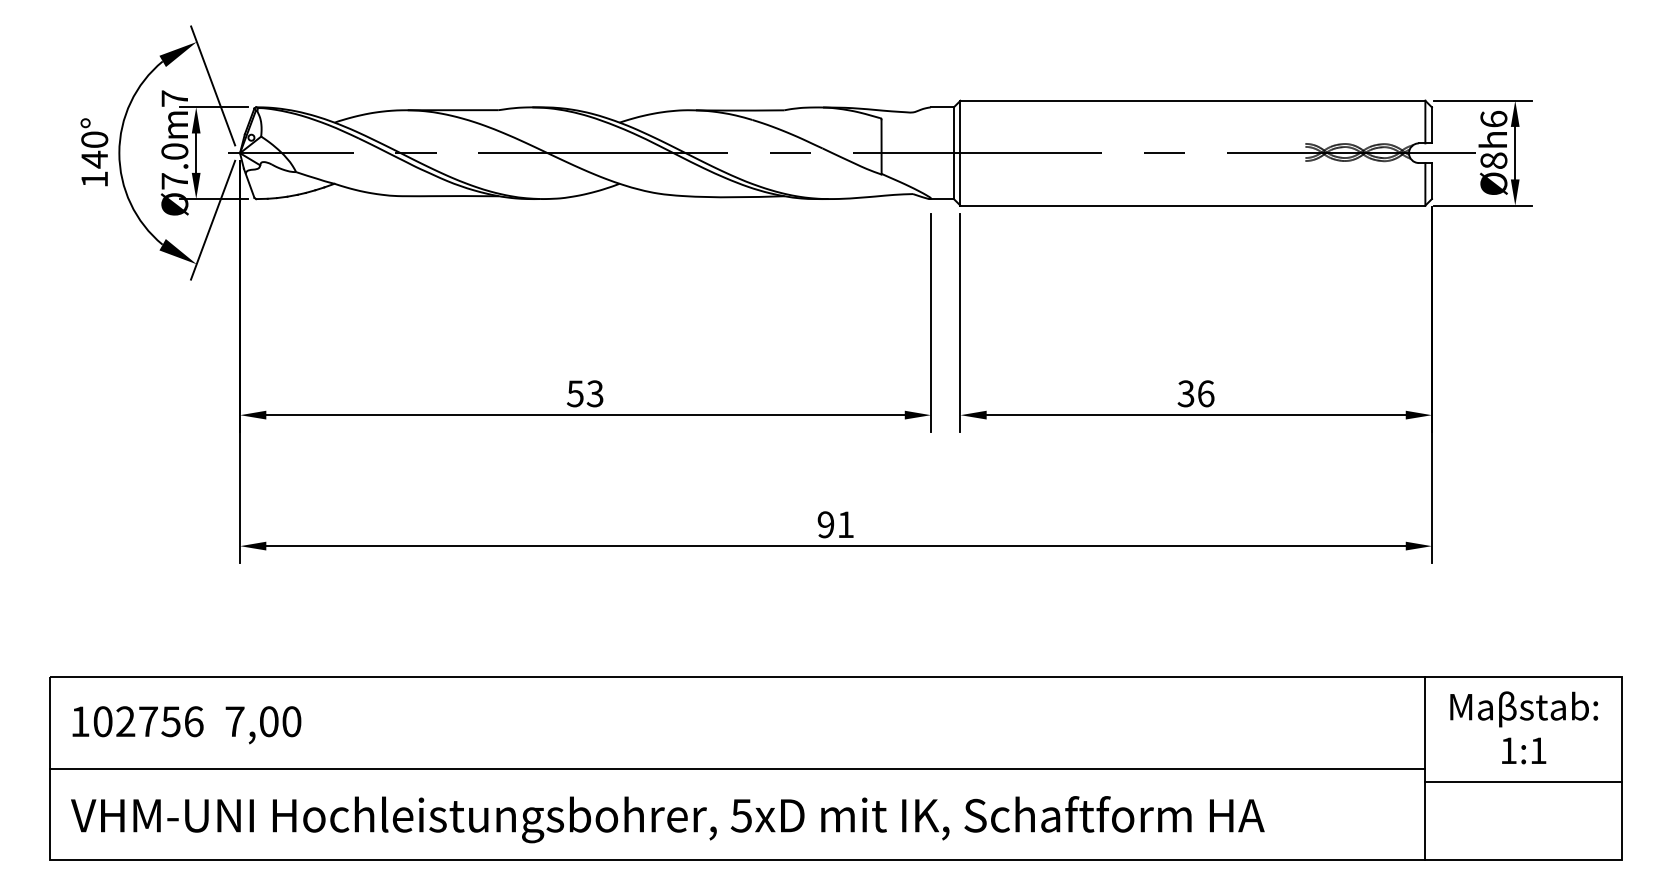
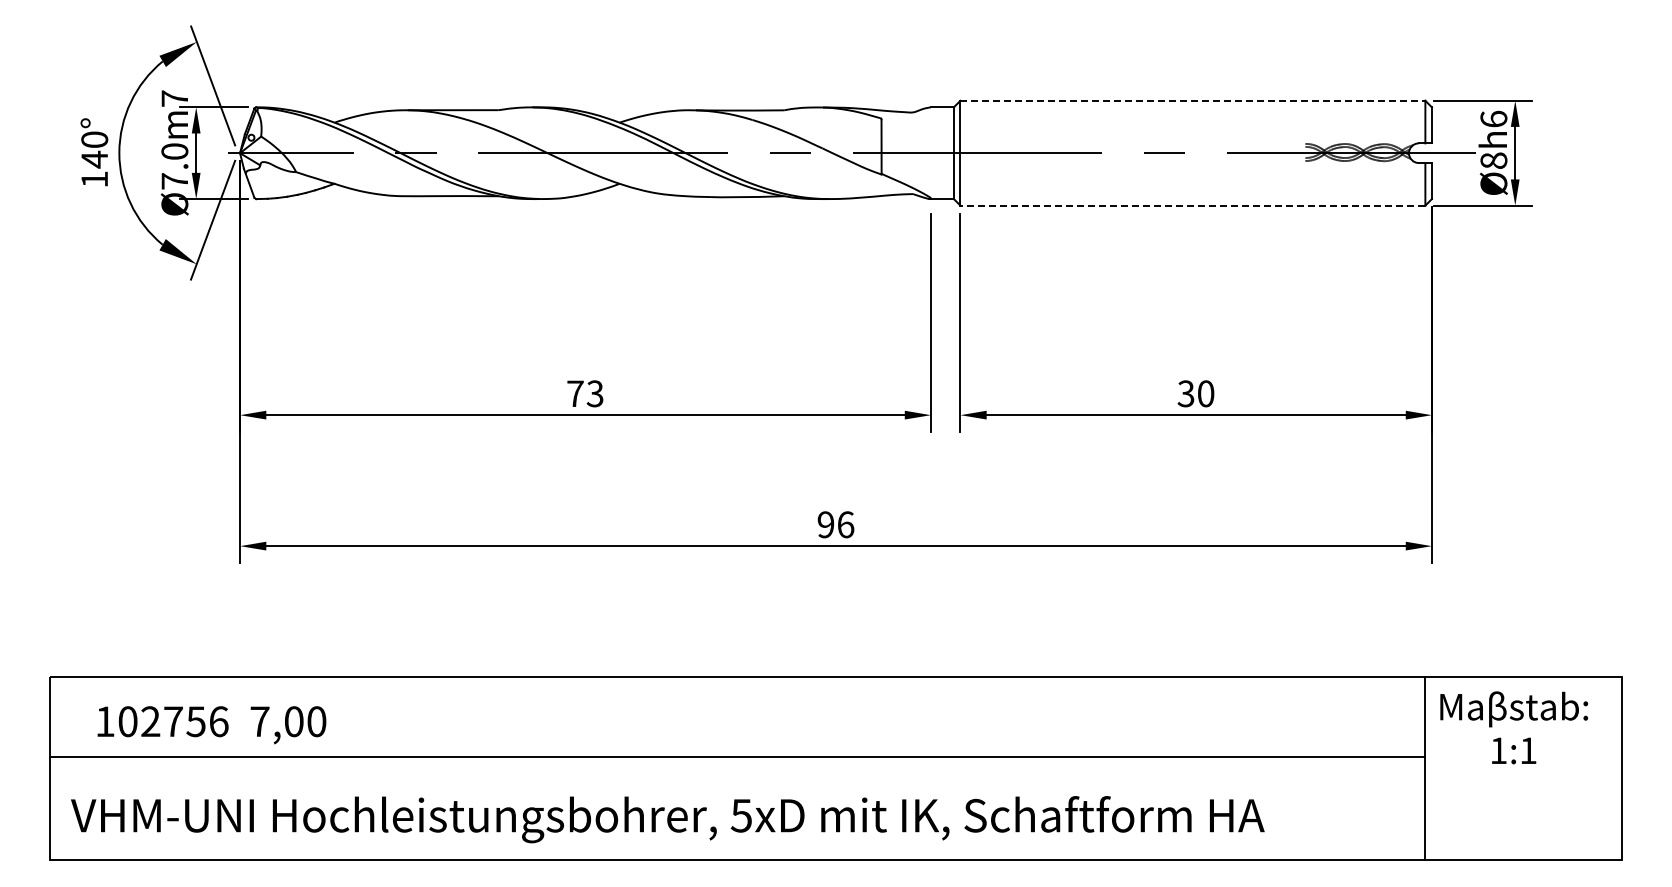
line at (1193, 100): solid -> dashed
line at (1192, 205): solid -> dashed
text at (574, 393): 53 -> 73
text at (1206, 393): 36 -> 30
text at (846, 524): 91 -> 96
text at (186, 725) position: (186, 725) -> (211, 725)
text at (1524, 727) position: (1524, 727) -> (1514, 727)
line at (737, 768) position: (737, 768) -> (737, 756)
line at (1523, 781): present -> none
